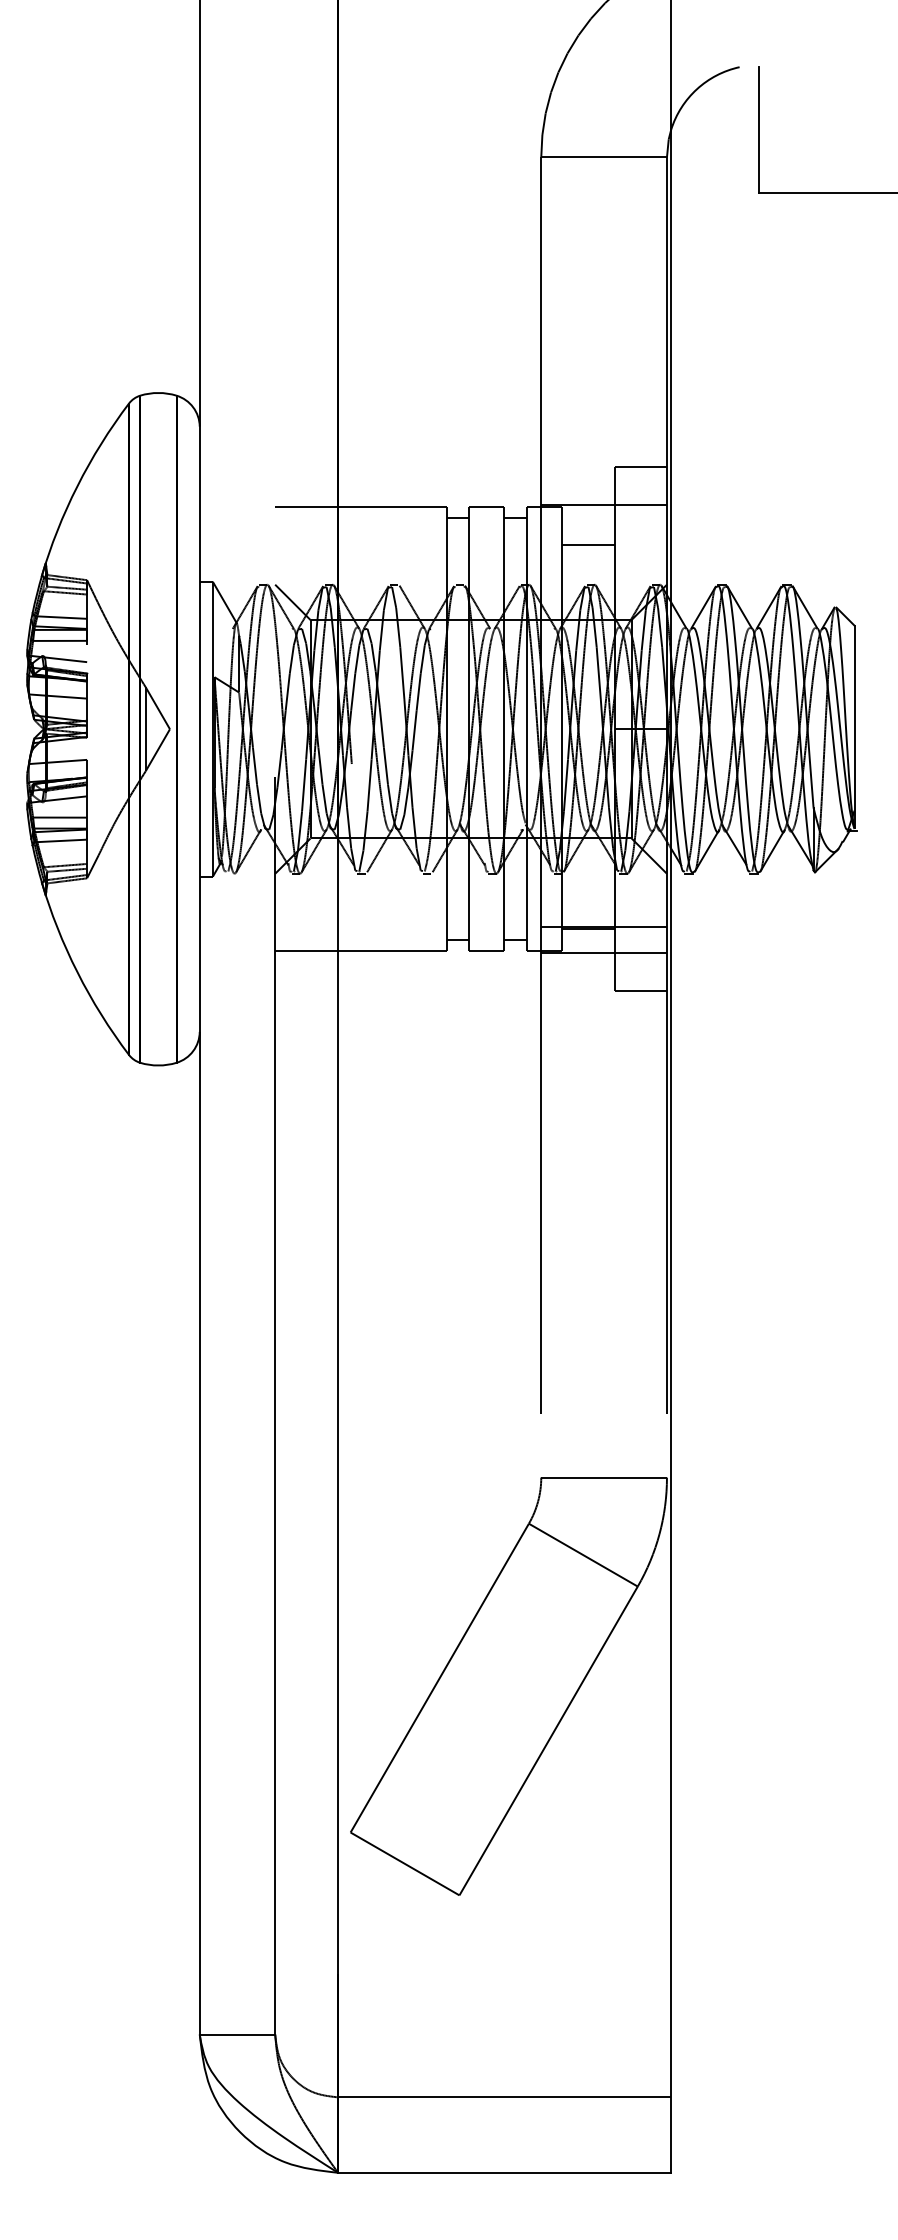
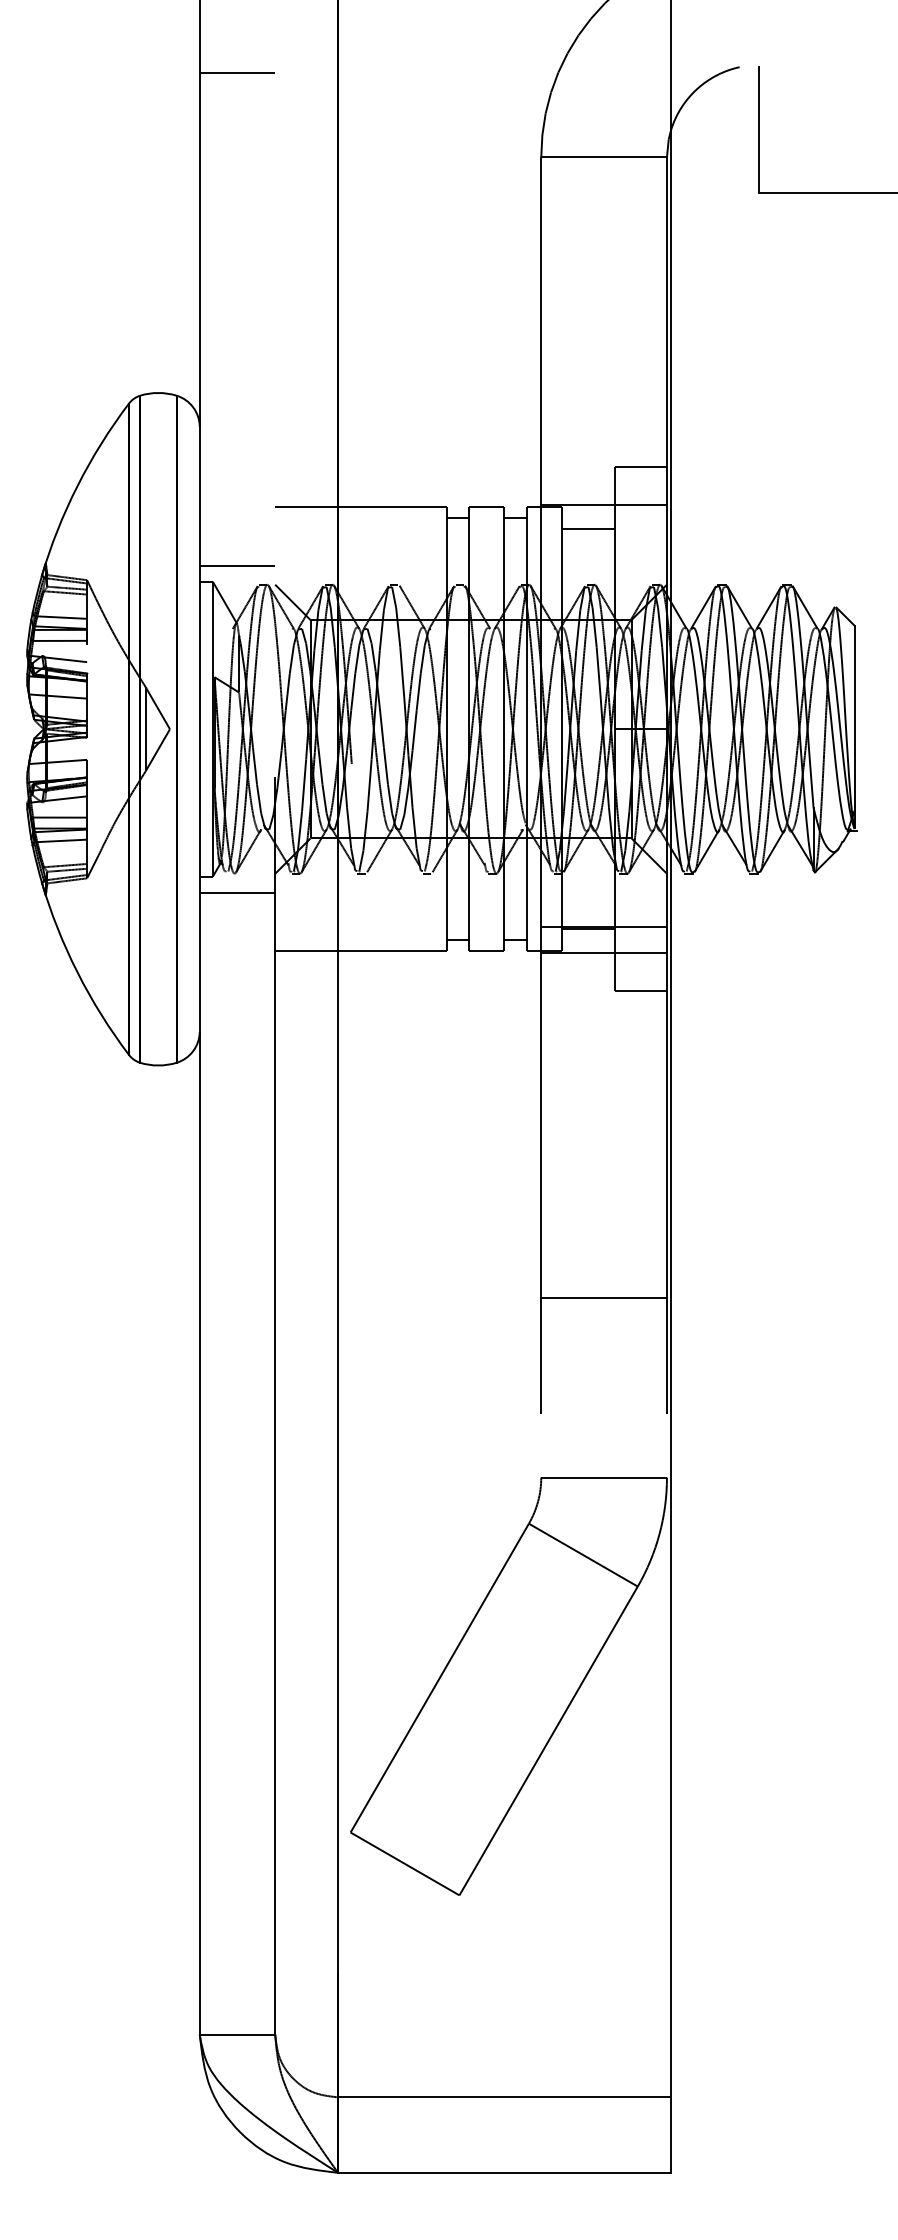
line at (237, 73): none -> present
line at (588, 545) position: (588, 545) -> (588, 529)
line at (237, 565): none -> present
line at (237, 892): none -> present
line at (603, 1298): none -> present
